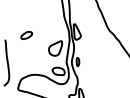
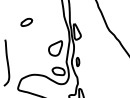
part at (26, 35) position: (26, 35) -> (26, 22)
